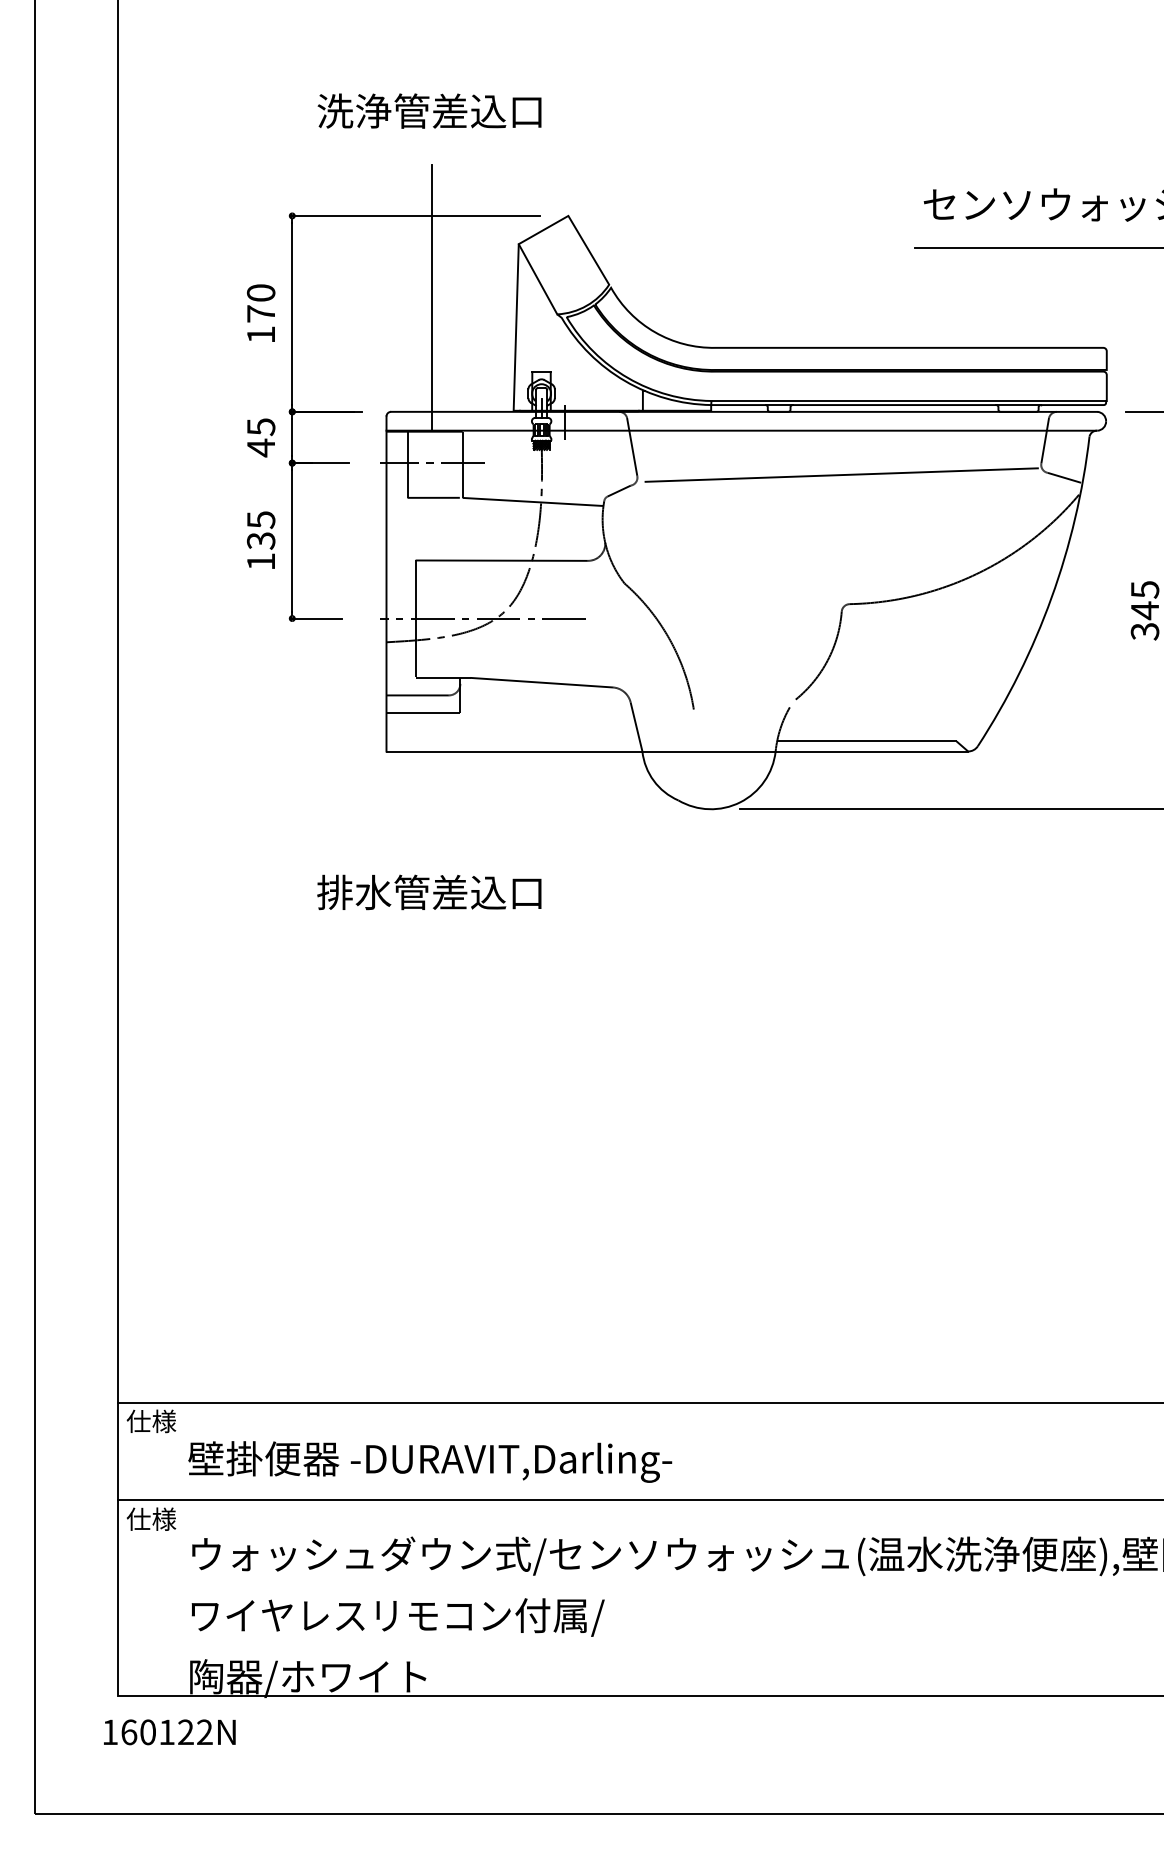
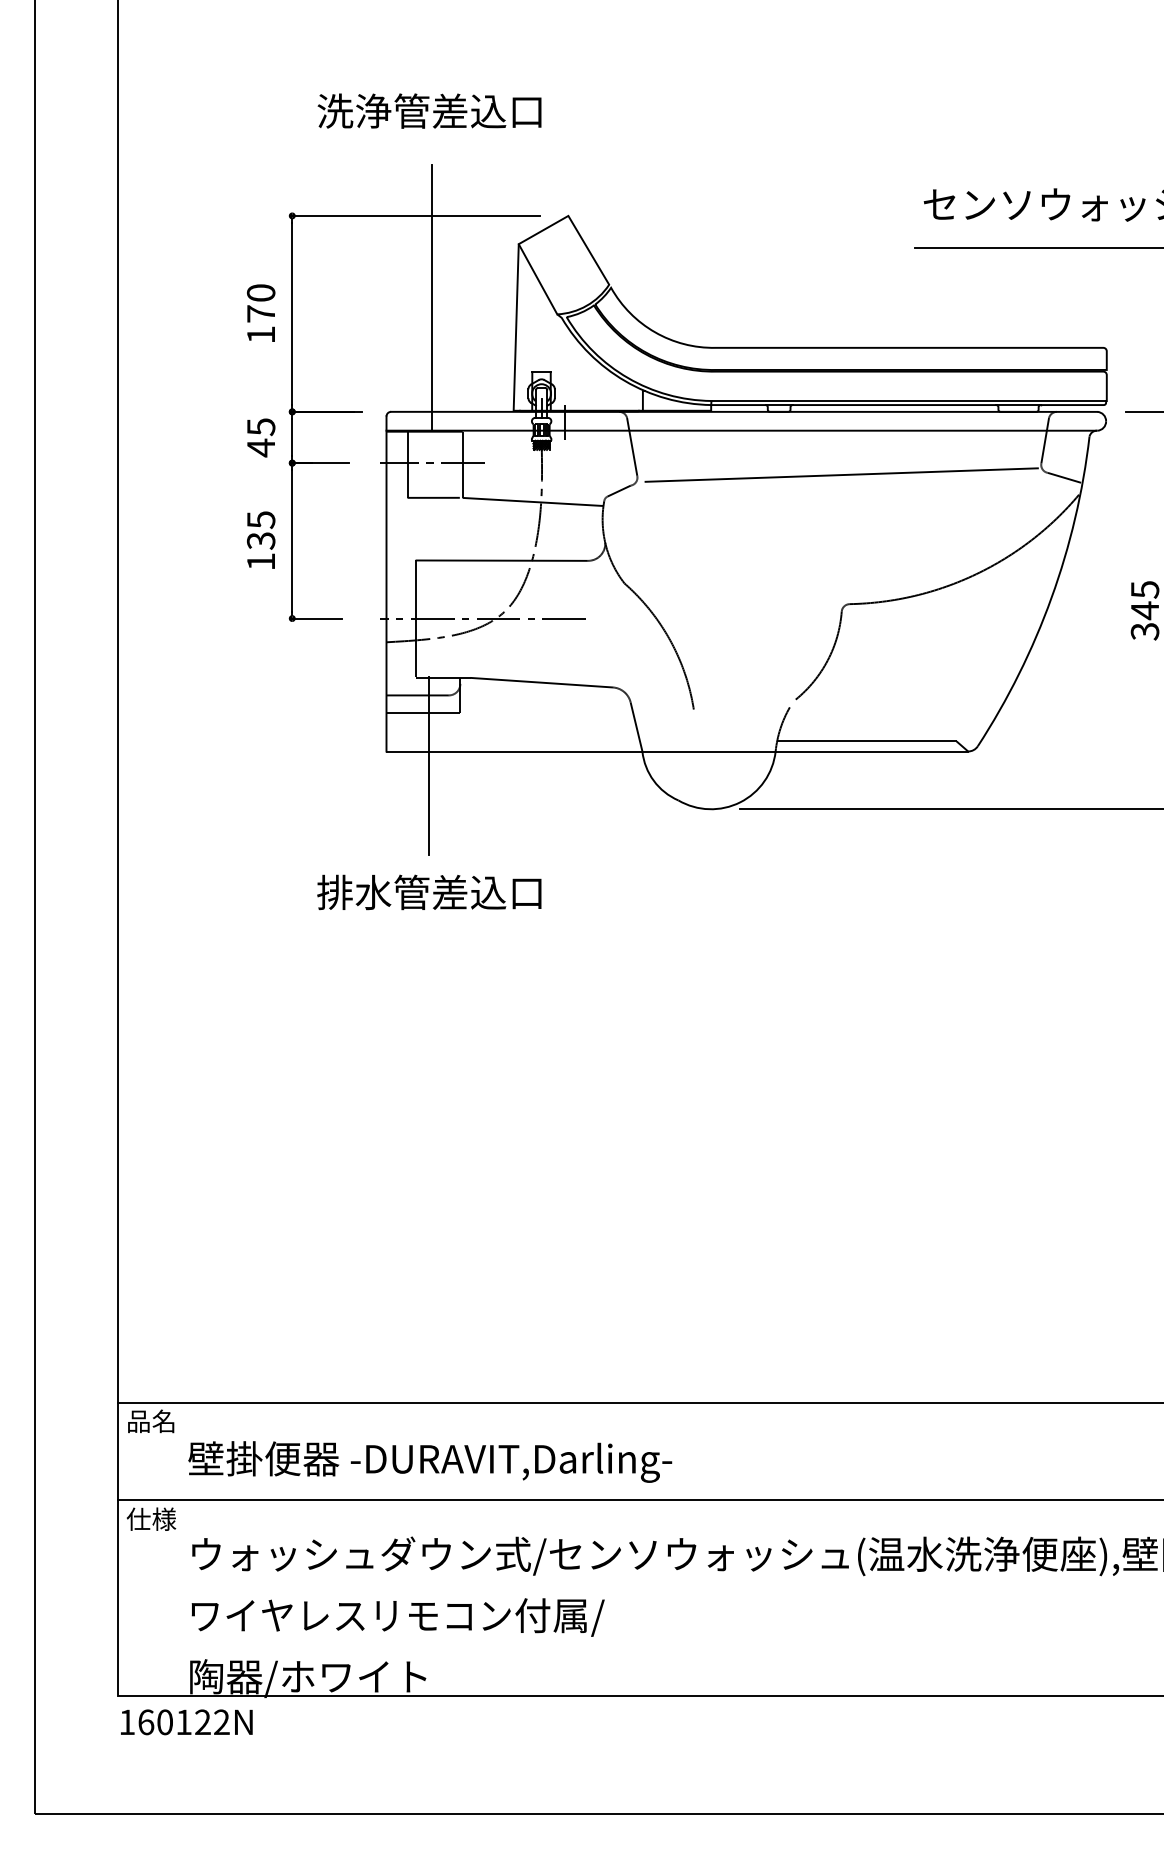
line at (429, 765): none -> present
text at (151, 1421): 仕様 -> 品名
text at (169, 1732) position: (169, 1732) -> (186, 1722)
